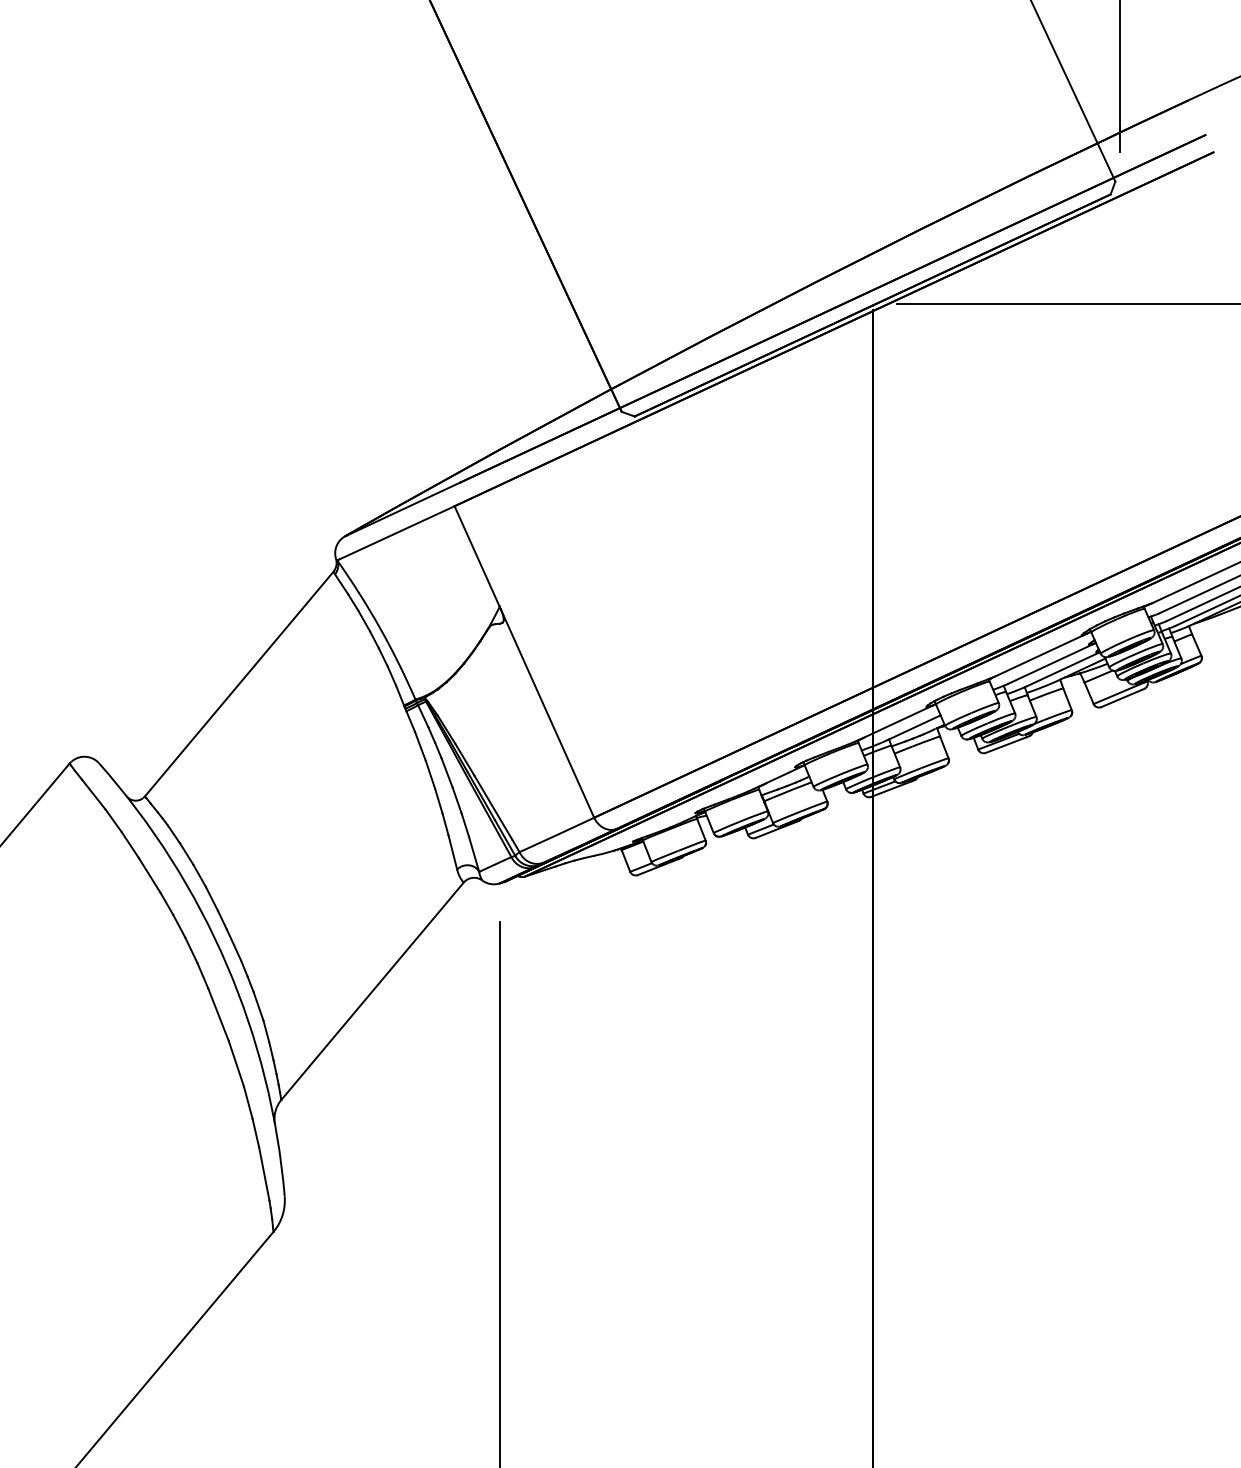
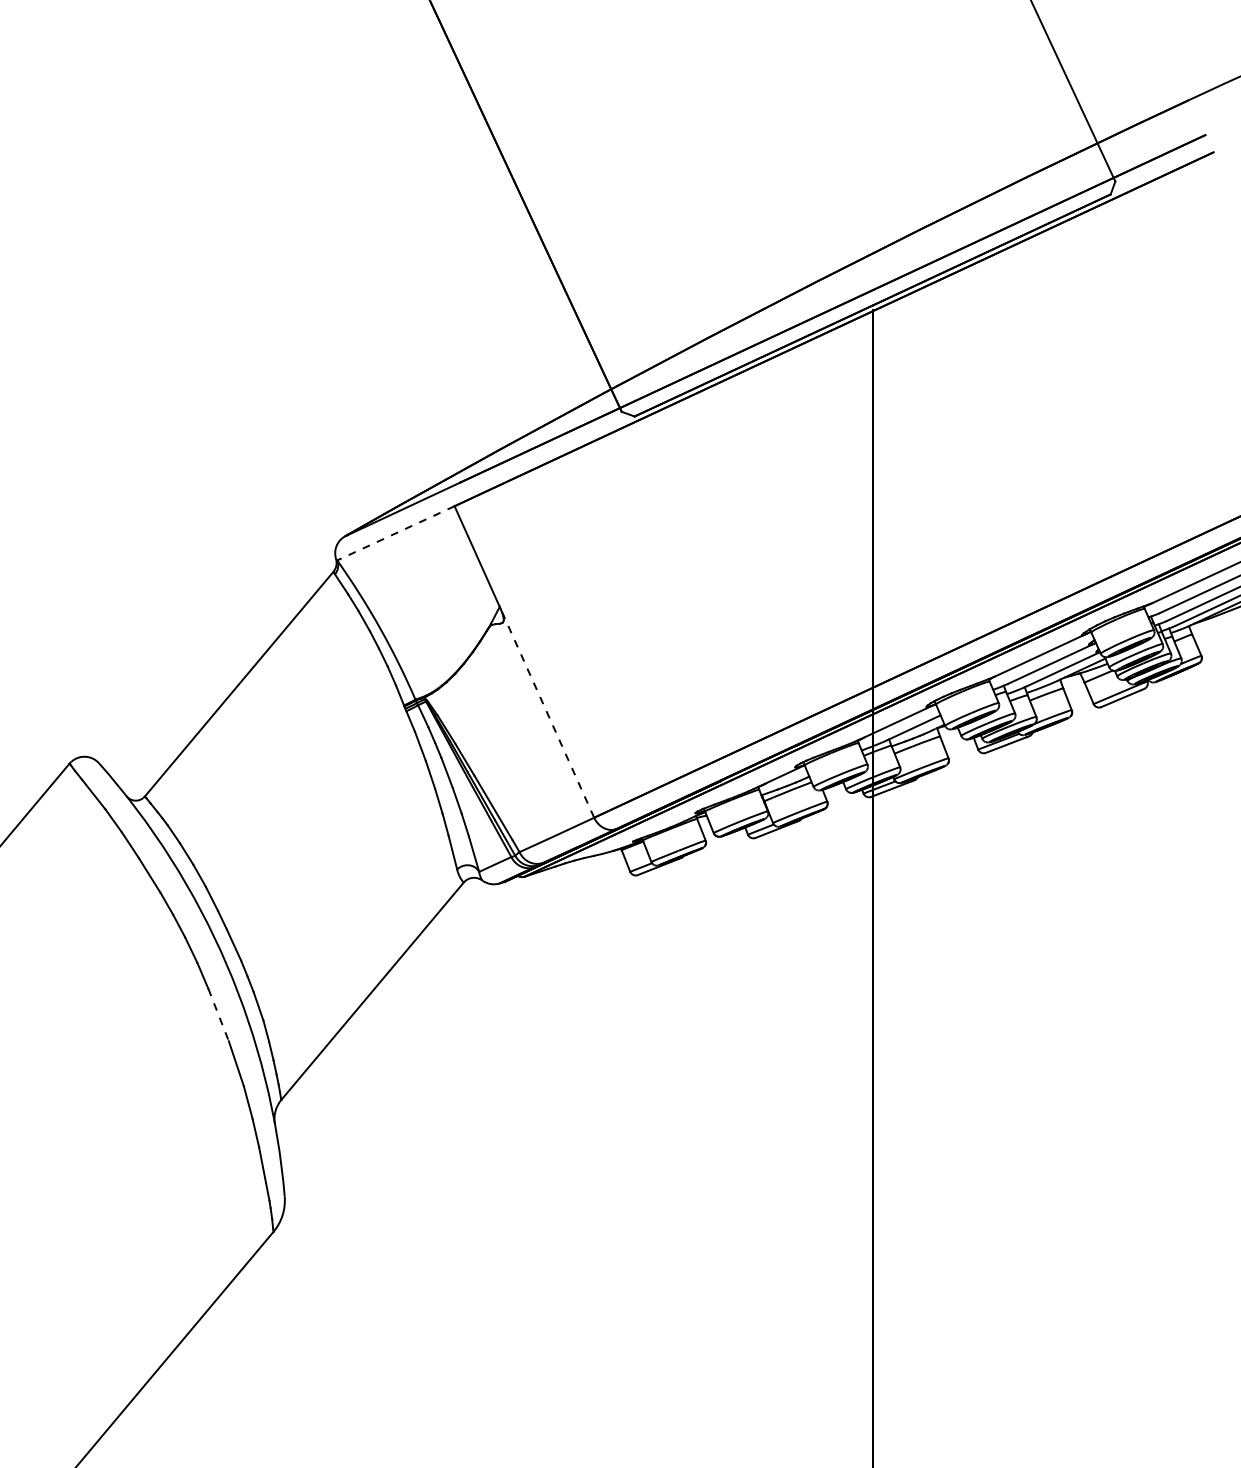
line at (1119, 76): present -> none
line at (1066, 304): present -> none
line at (396, 532): solid -> dashed
line at (546, 712): solid -> dashed
line at (218, 1015): solid -> dashed
line at (499, 1193): present -> none
